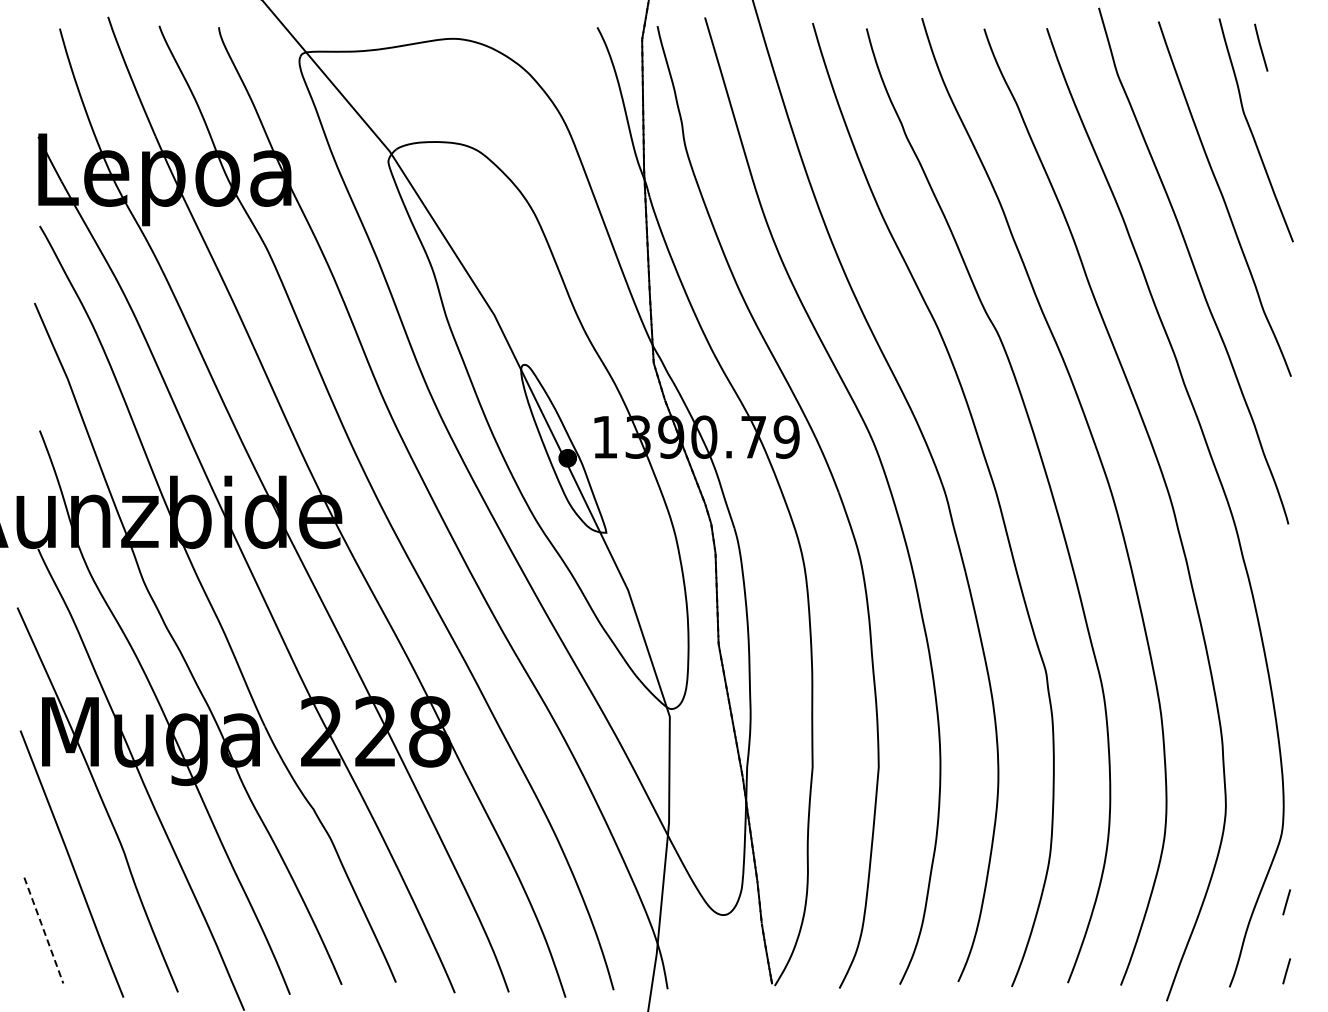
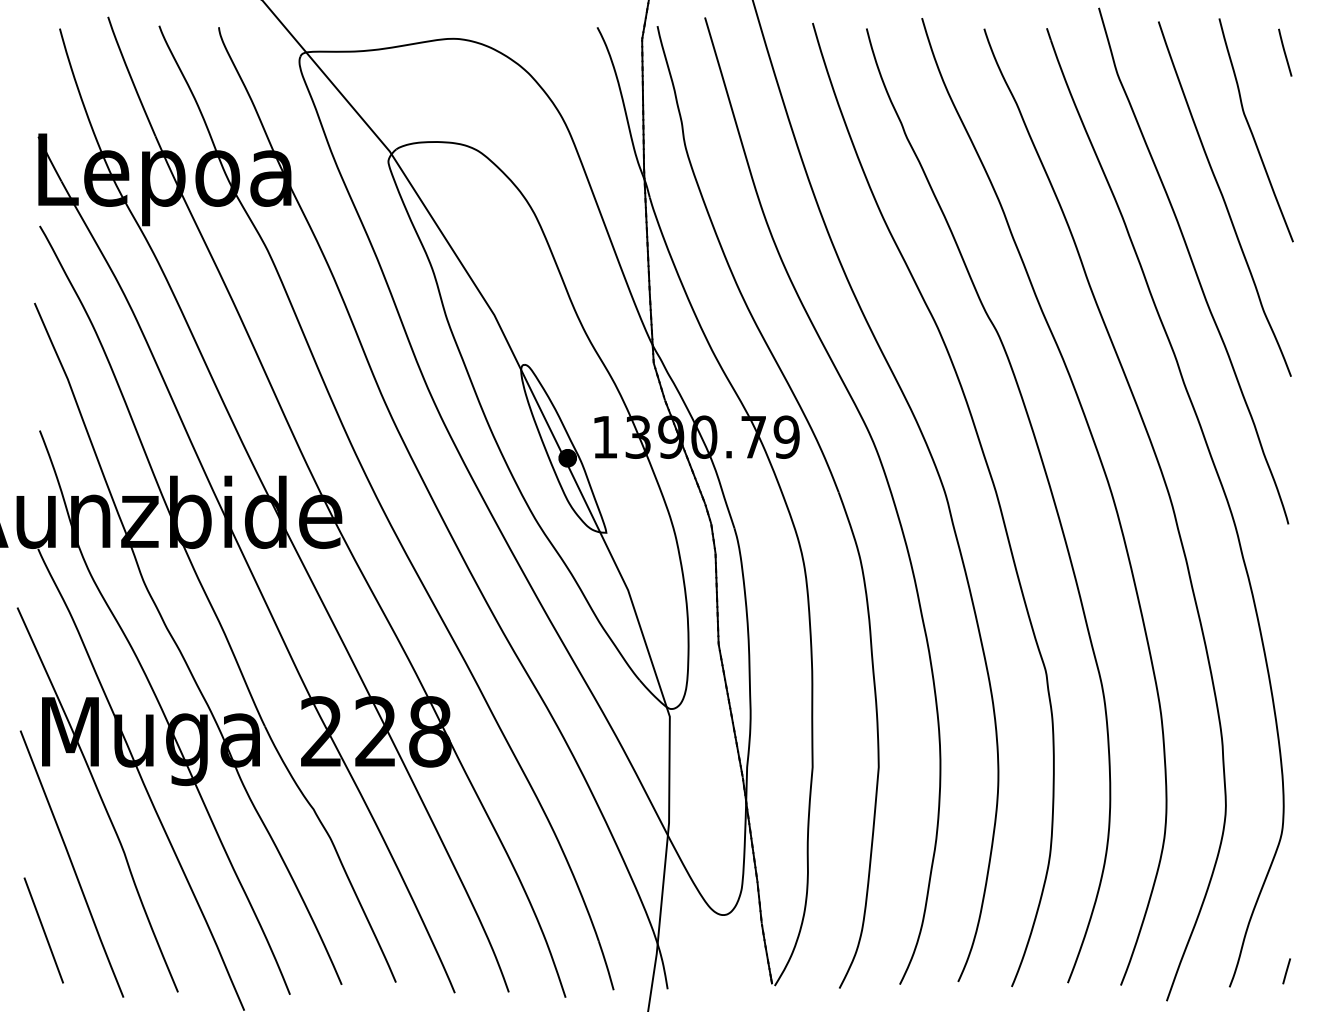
line at (1261, 47) position: (1261, 47) -> (1285, 52)
line at (1286, 902): present -> none
line at (43, 930): dashed -> solid
